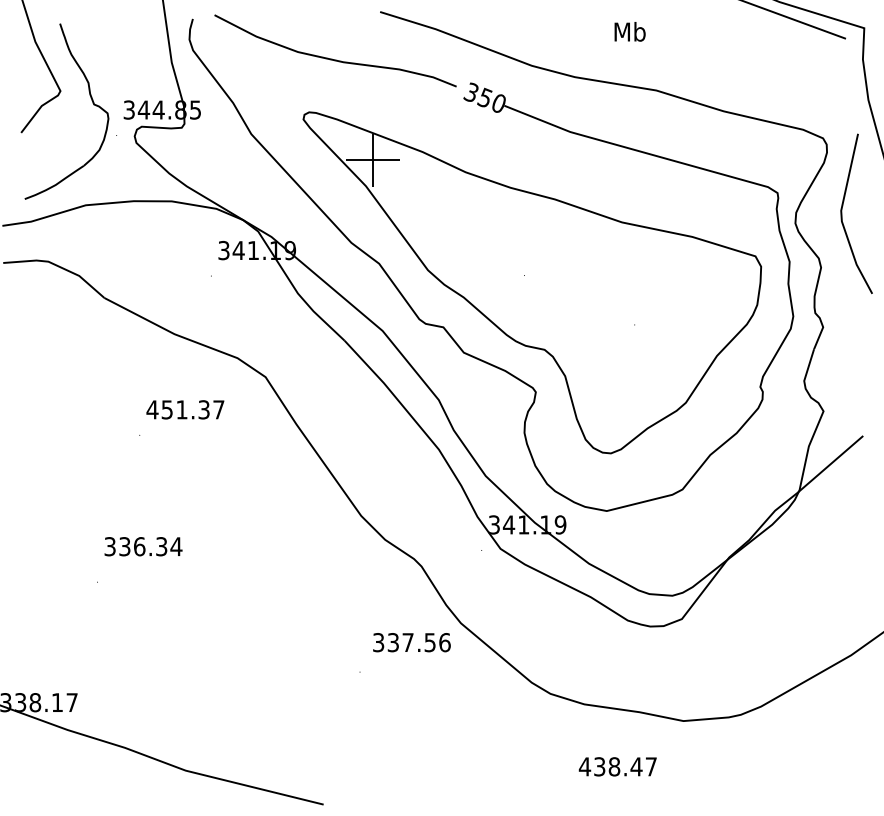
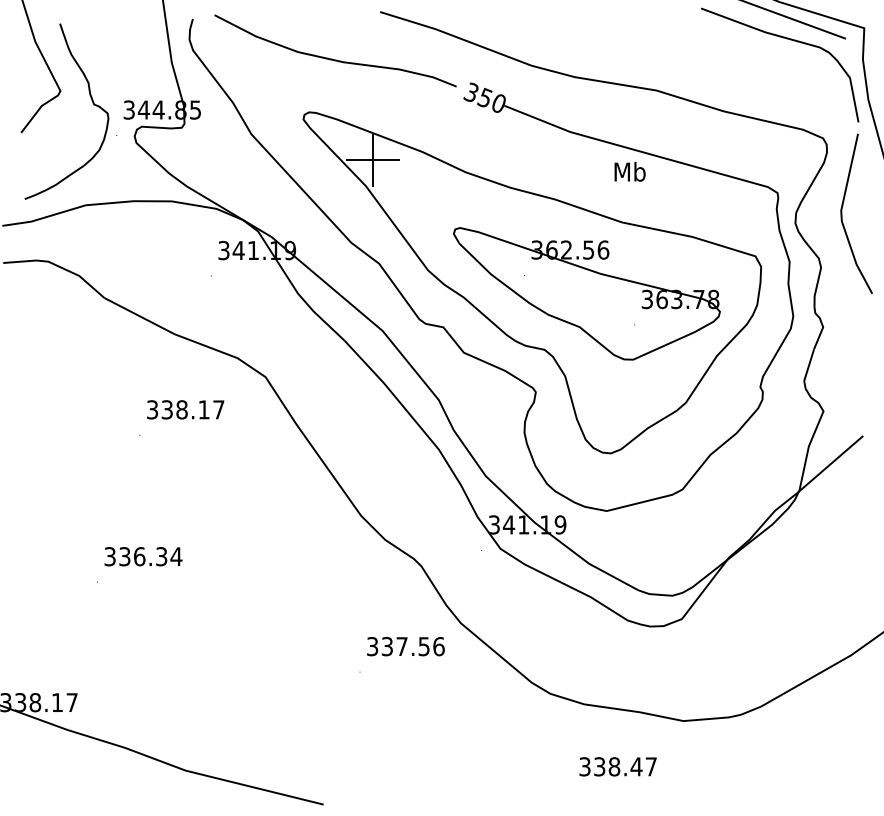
text at (629, 31) position: (629, 31) -> (629, 171)
curve at (786, 39): none -> present
part at (586, 293): none -> present
text at (177, 409): 451.37 -> 338.17
text at (143, 546) position: (143, 546) -> (143, 556)
text at (411, 642) position: (411, 642) -> (405, 646)
text at (584, 766): 438.47 -> 338.47
